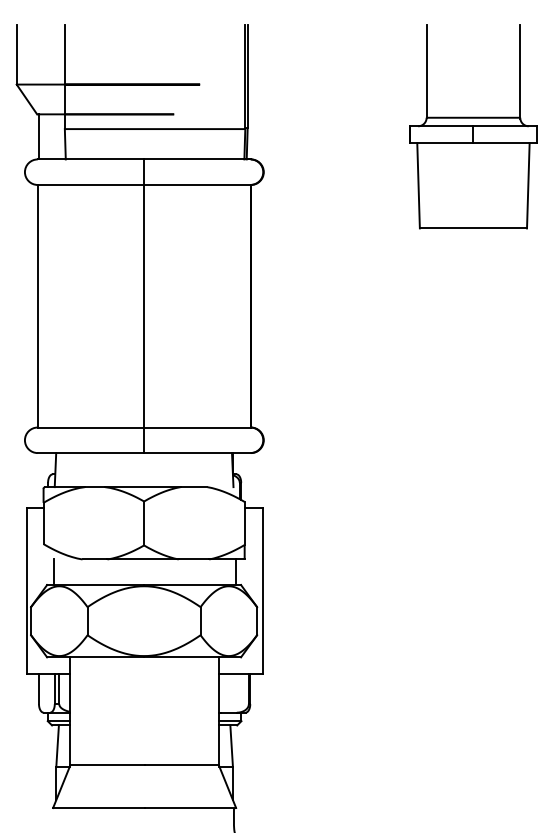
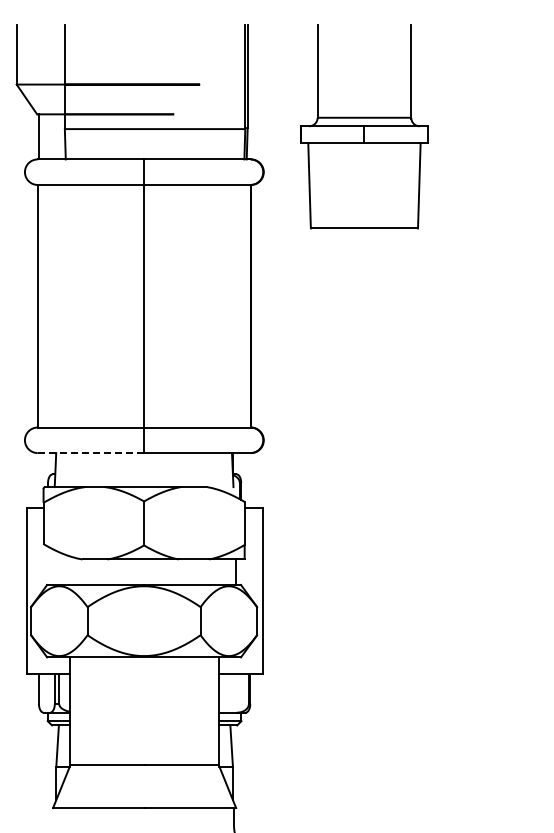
part at (473, 126) position: (473, 126) -> (364, 126)
line at (90, 453): solid -> dashed
line at (53, 572): present -> none
